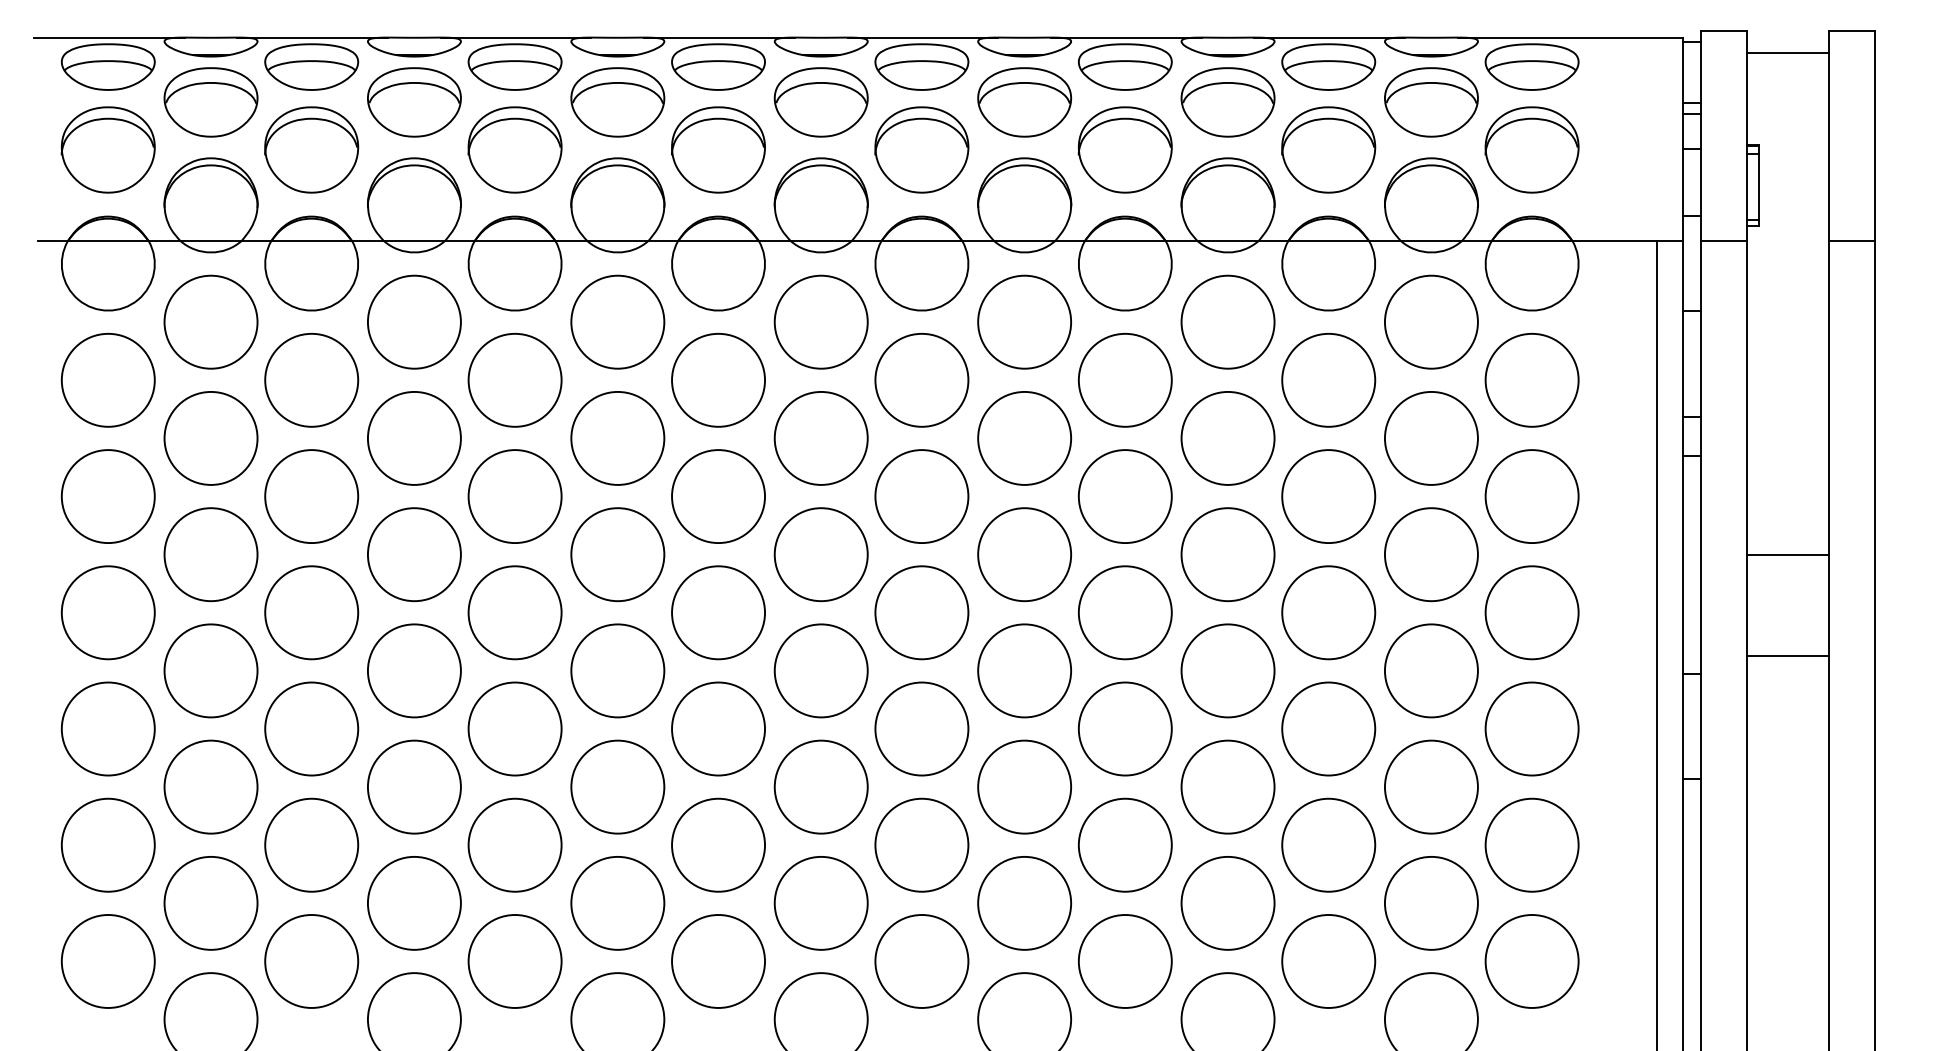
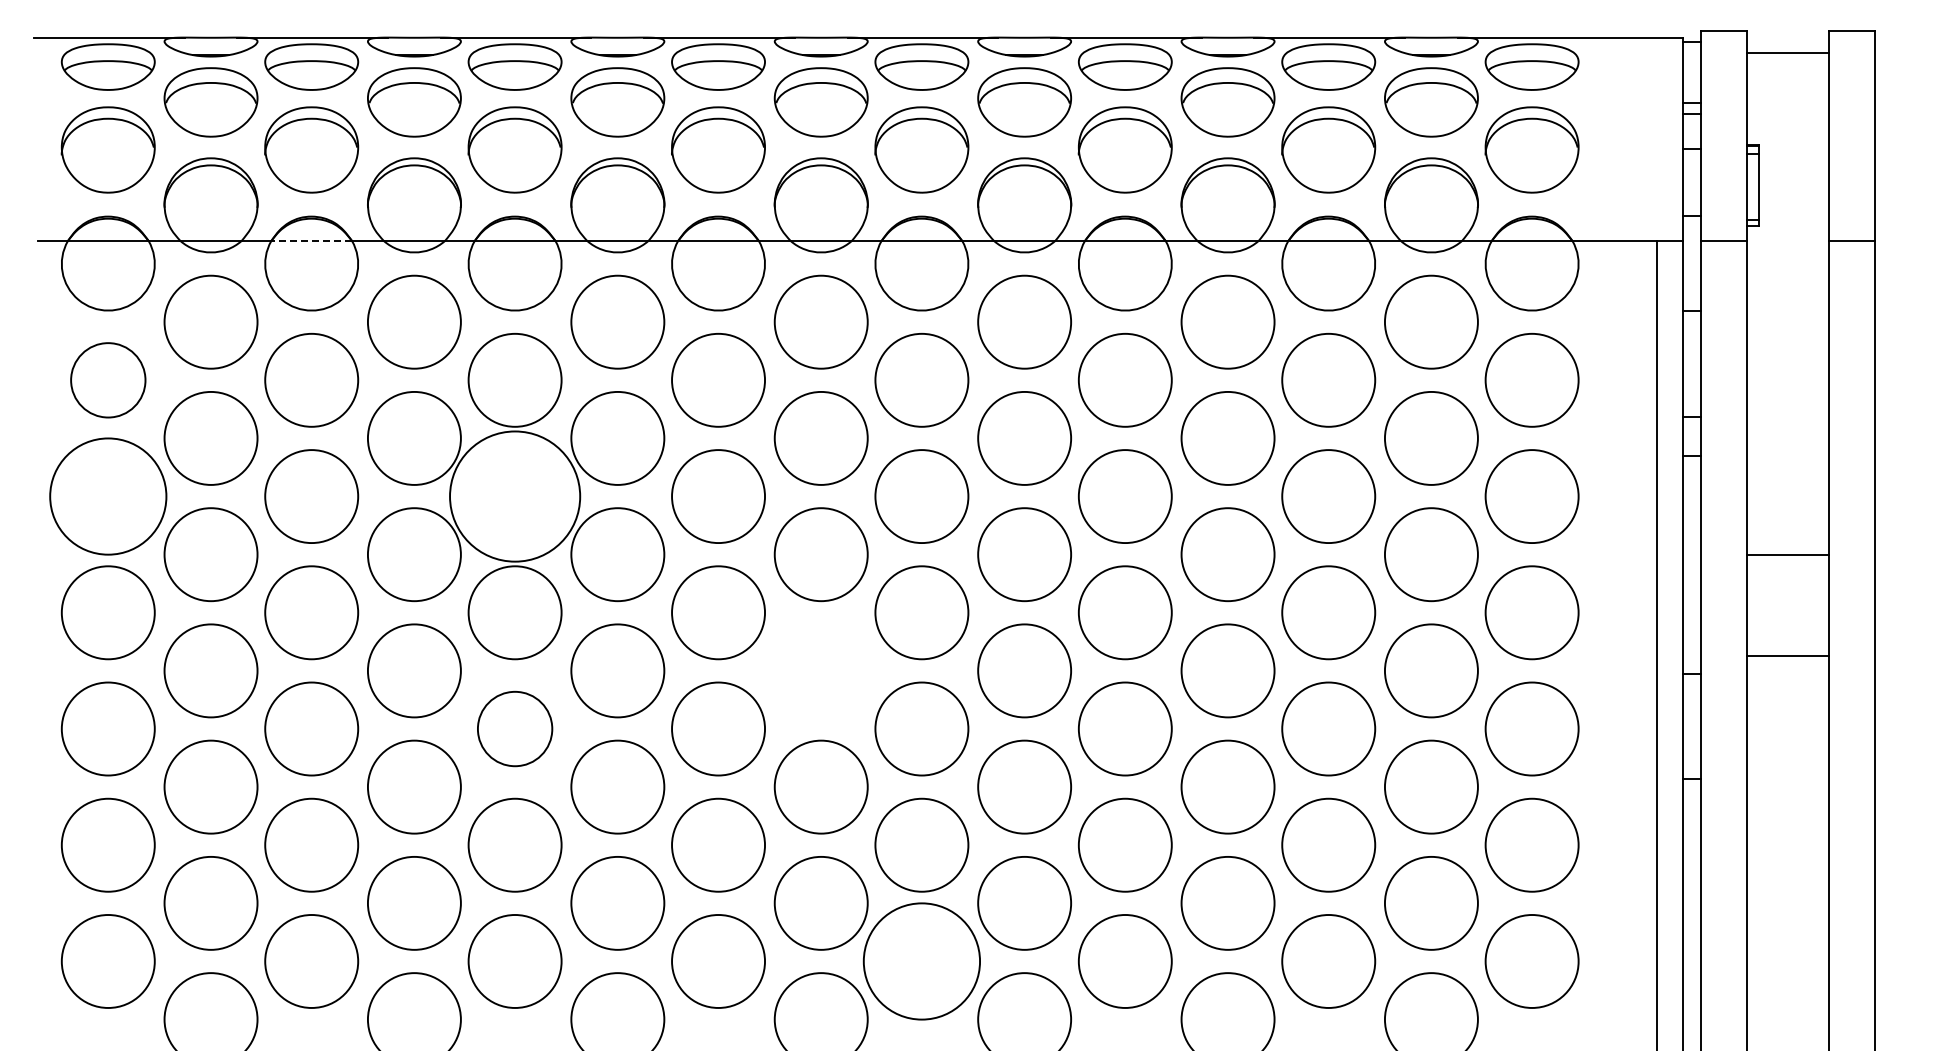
line at (311, 241): solid -> dashed
circle at (107, 379) diameter: 93 px -> 74 px
circle at (107, 496) diameter: 93 px -> 116 px
circle at (514, 496) diameter: 93 px -> 130 px
circle at (820, 670): present -> none
circle at (514, 728) diameter: 93 px -> 74 px
circle at (921, 960) diameter: 93 px -> 116 px
